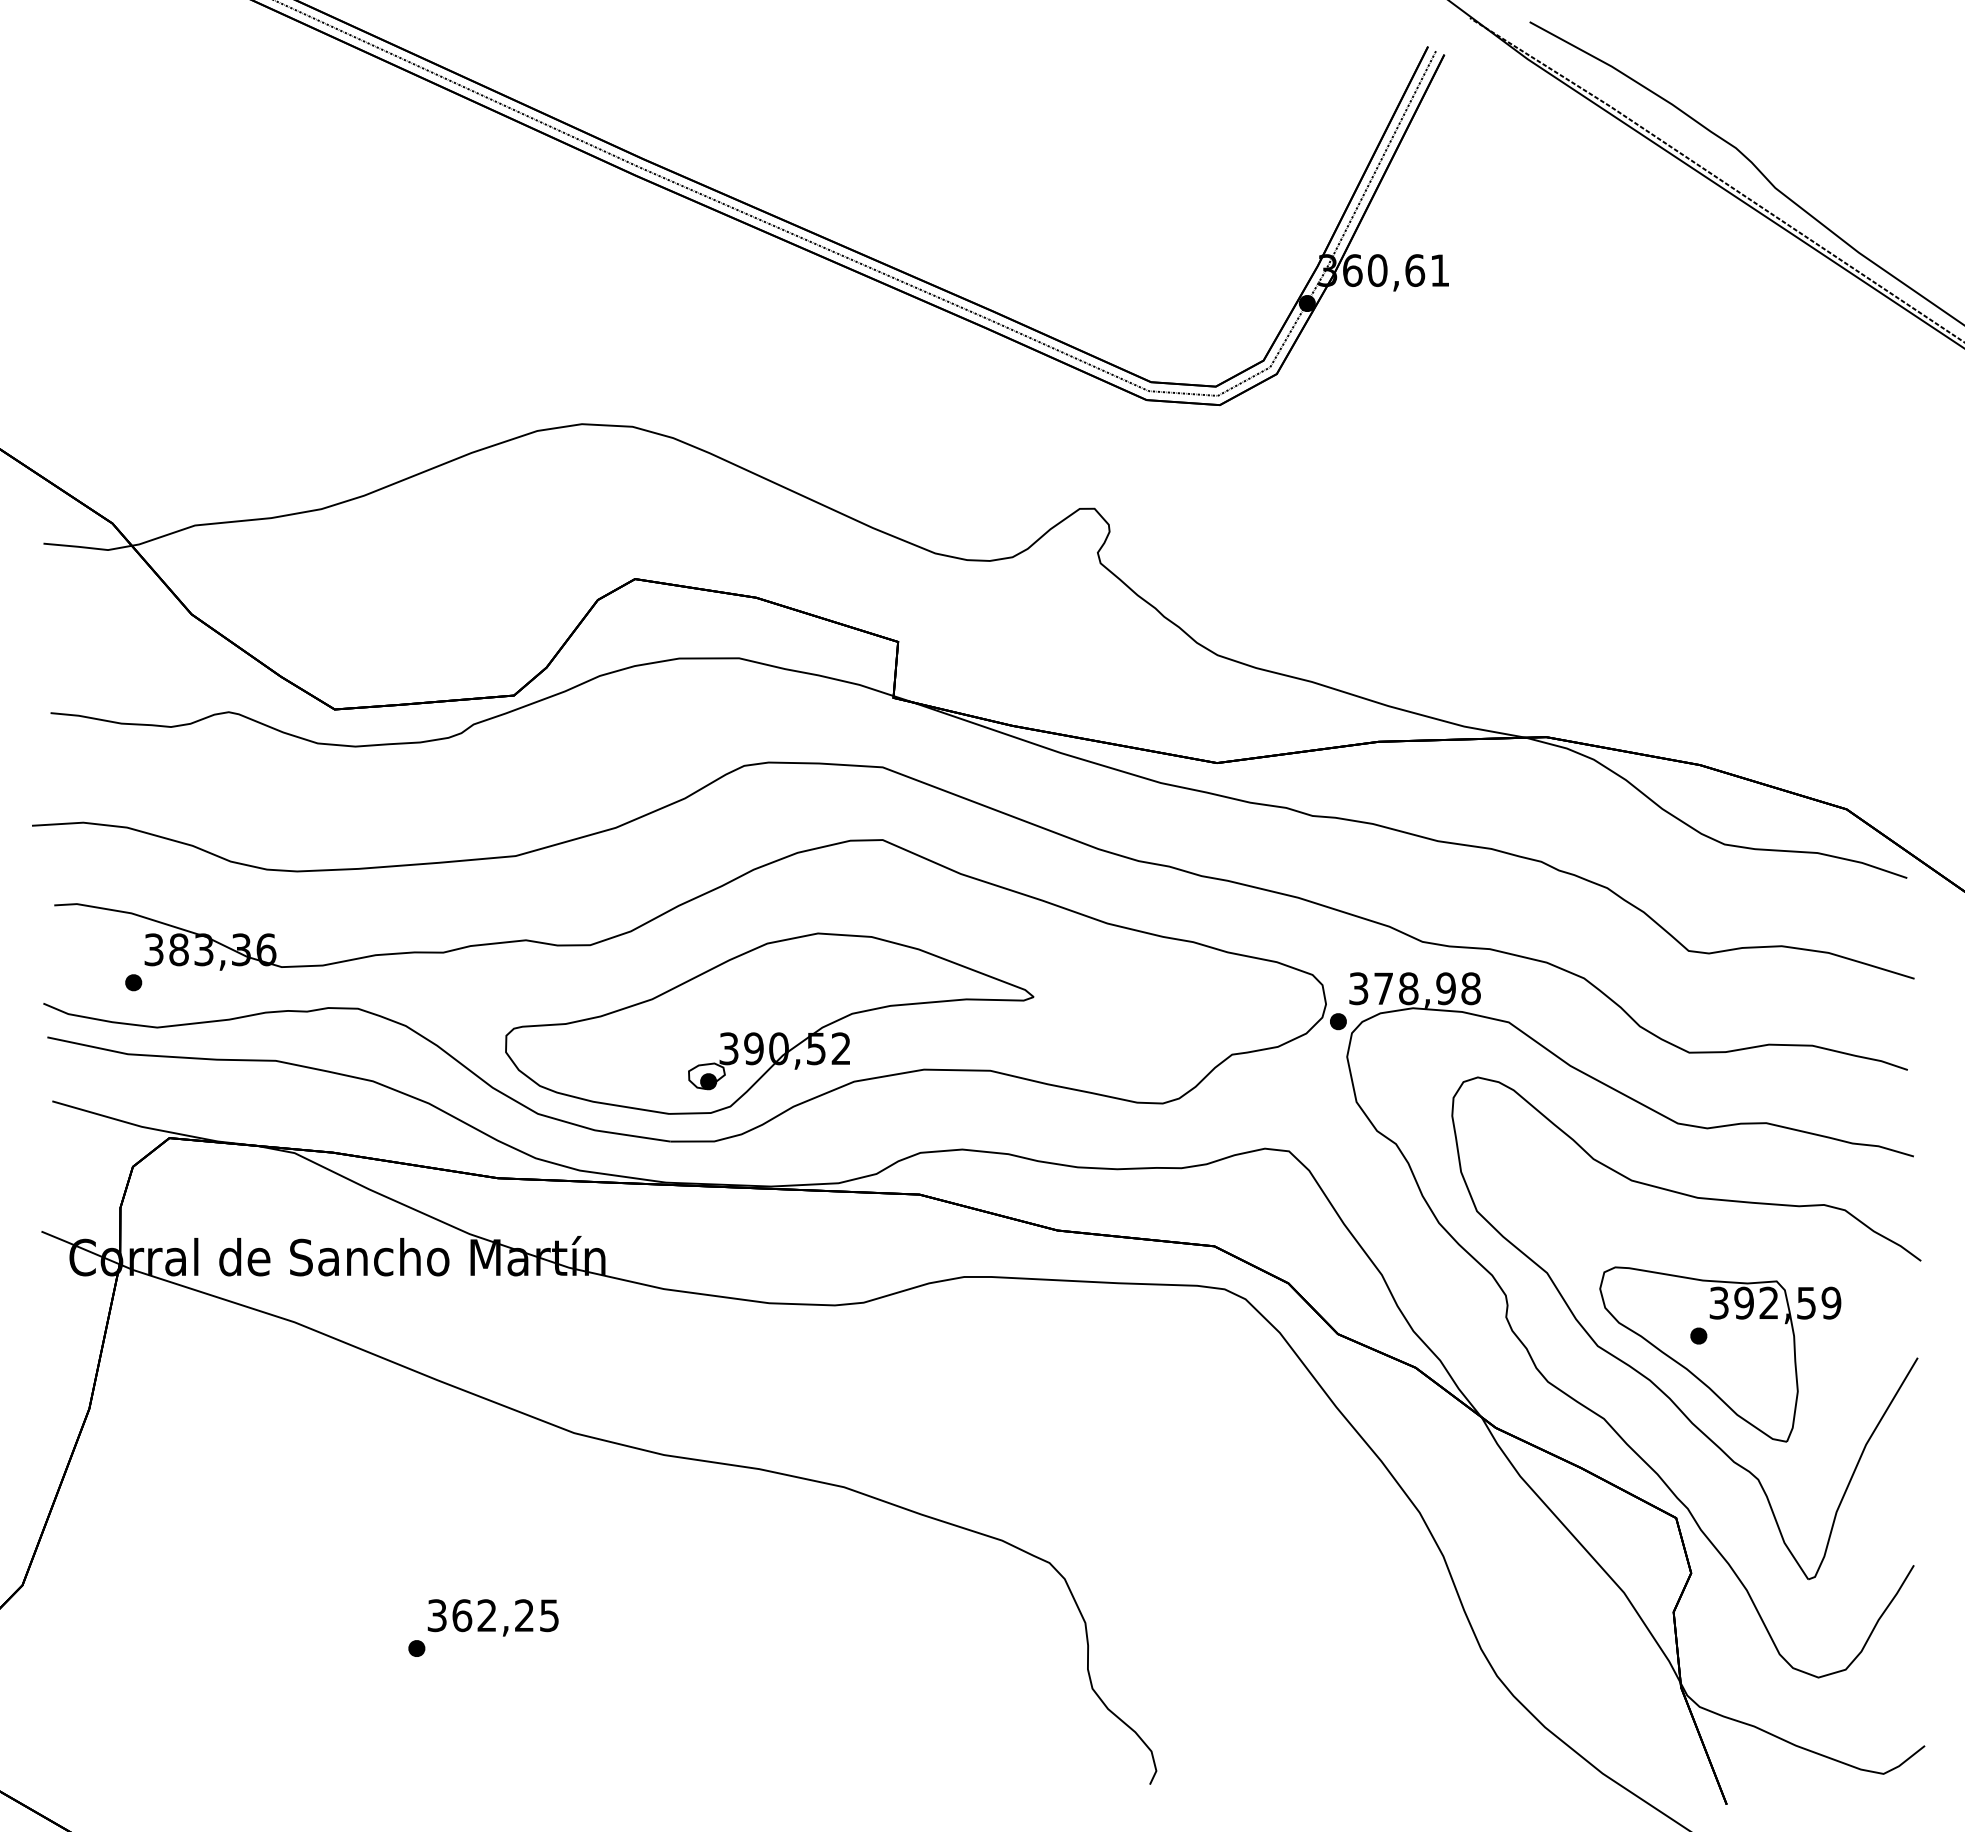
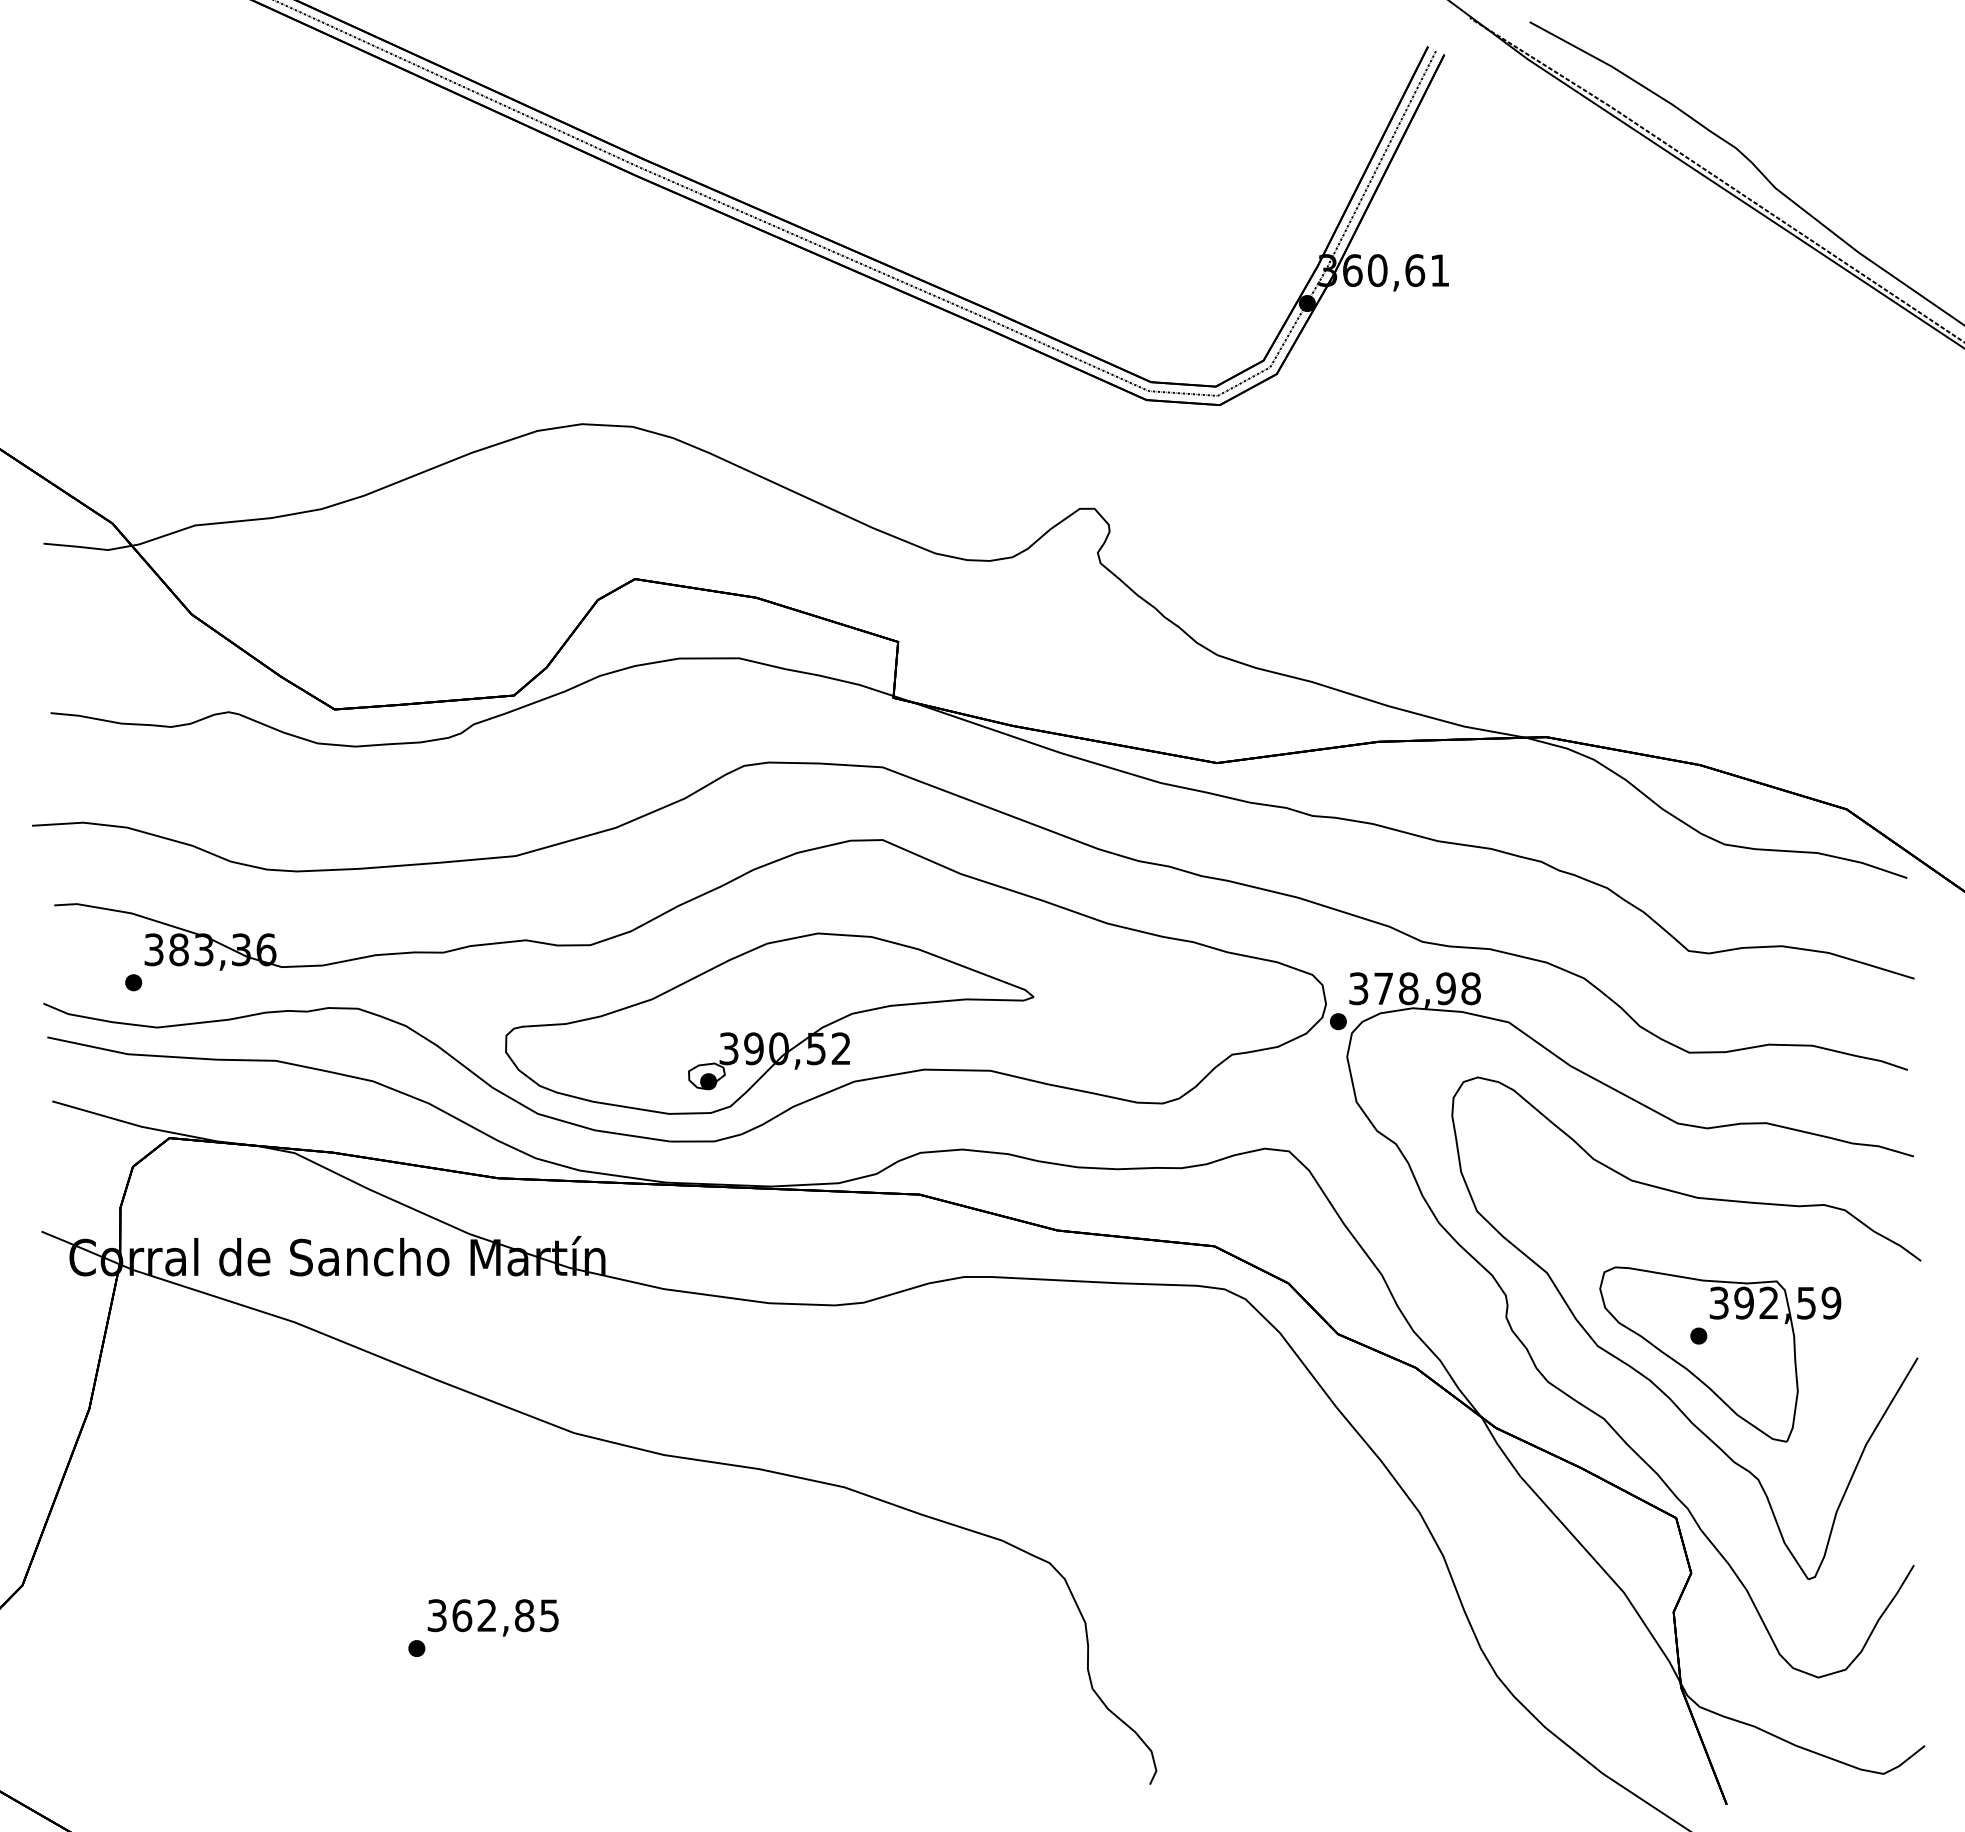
text at (524, 1615): 362,25 -> 362,85
